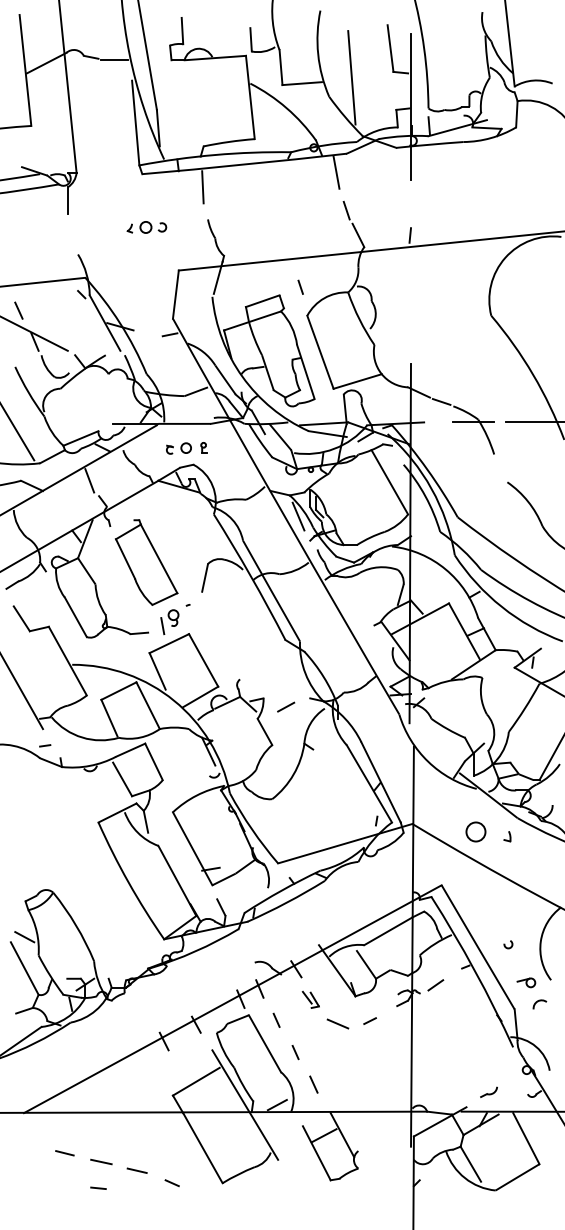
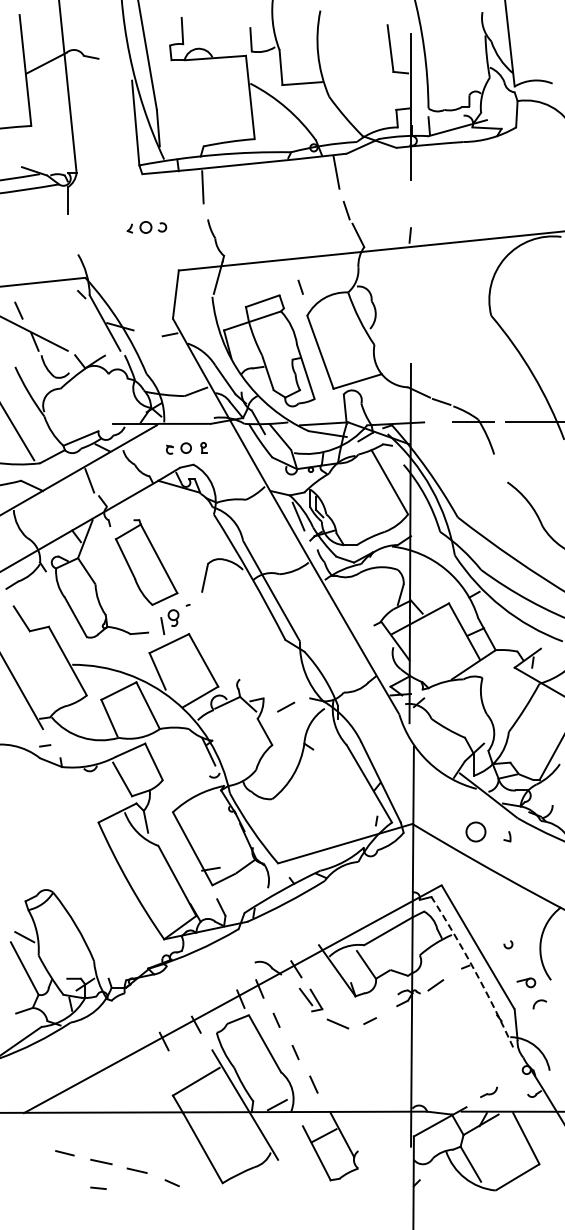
line at (114, 60): present -> none
line at (351, 77): present -> none
arc at (474, 970): solid -> dashed
part at (310, 999) size: 19x19 px -> 26x26 px
